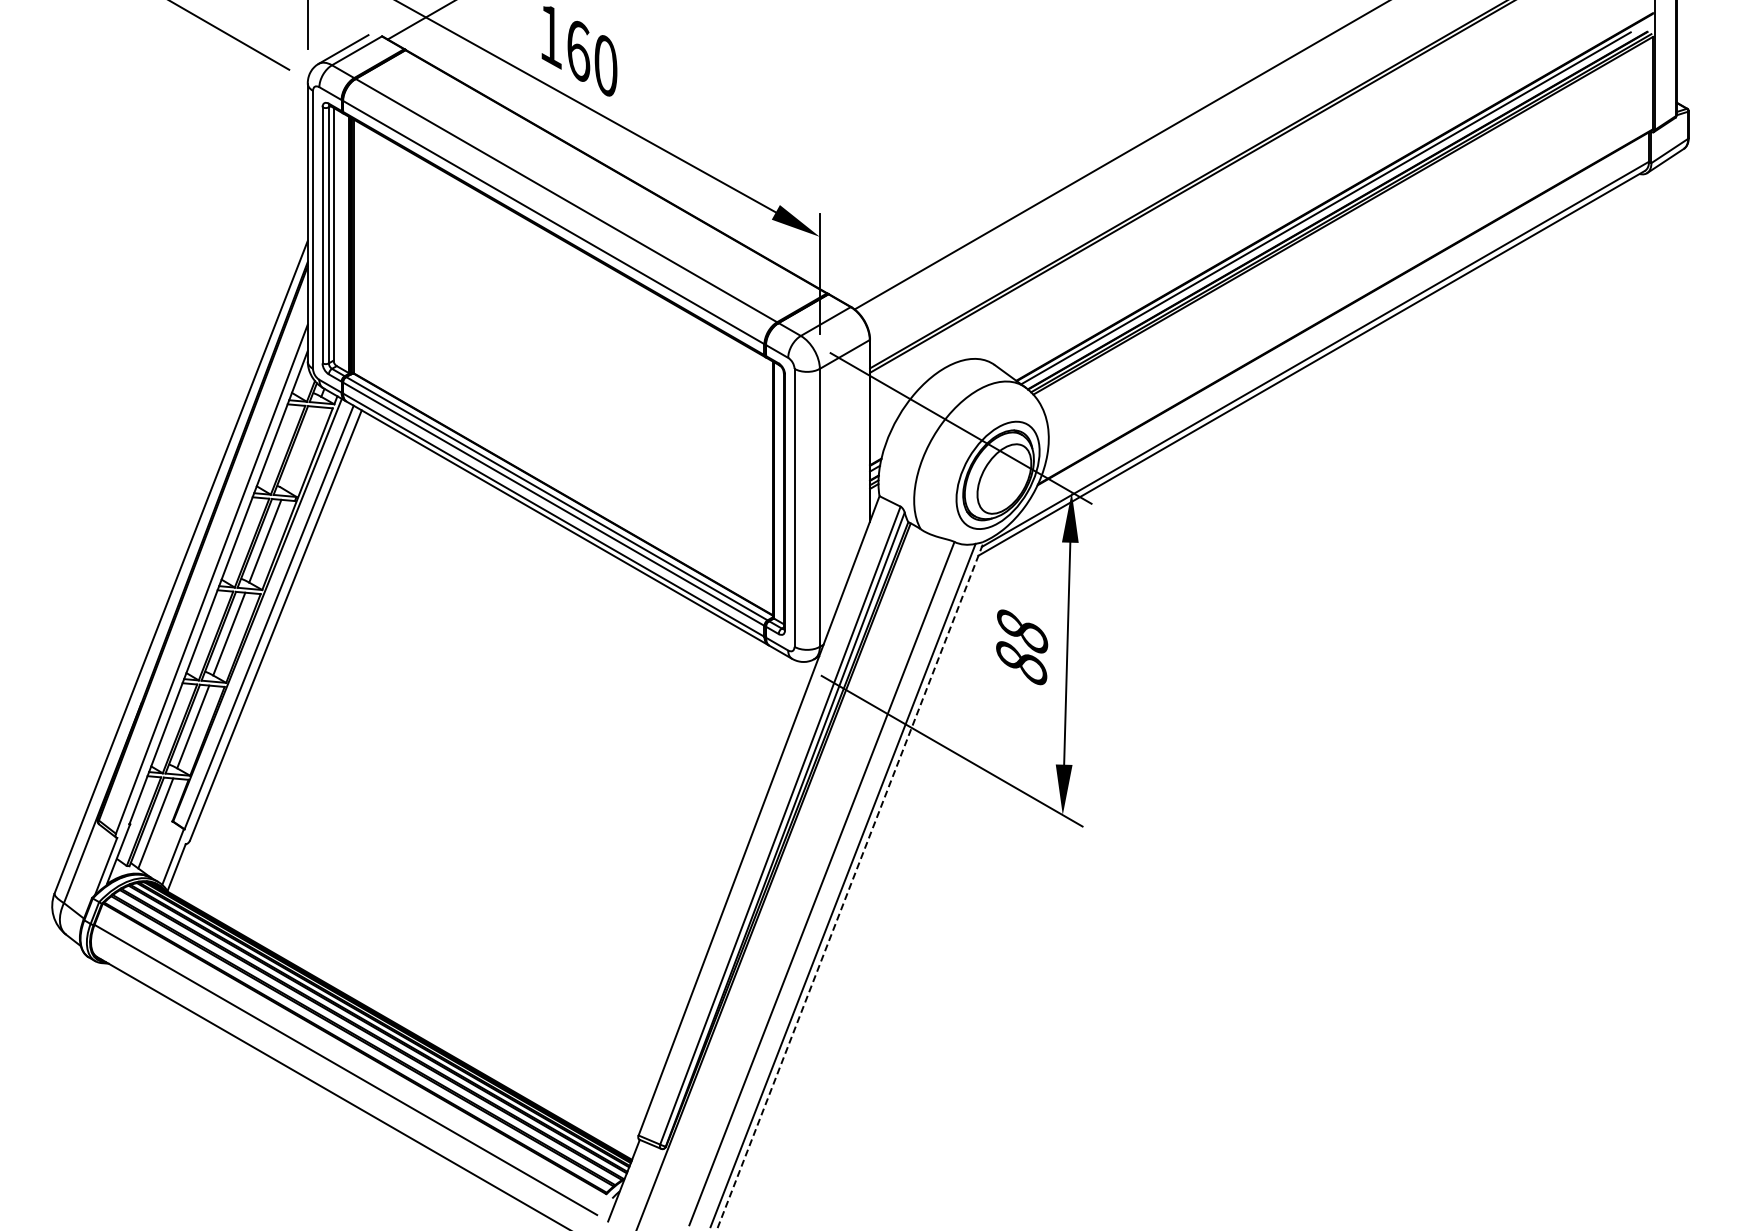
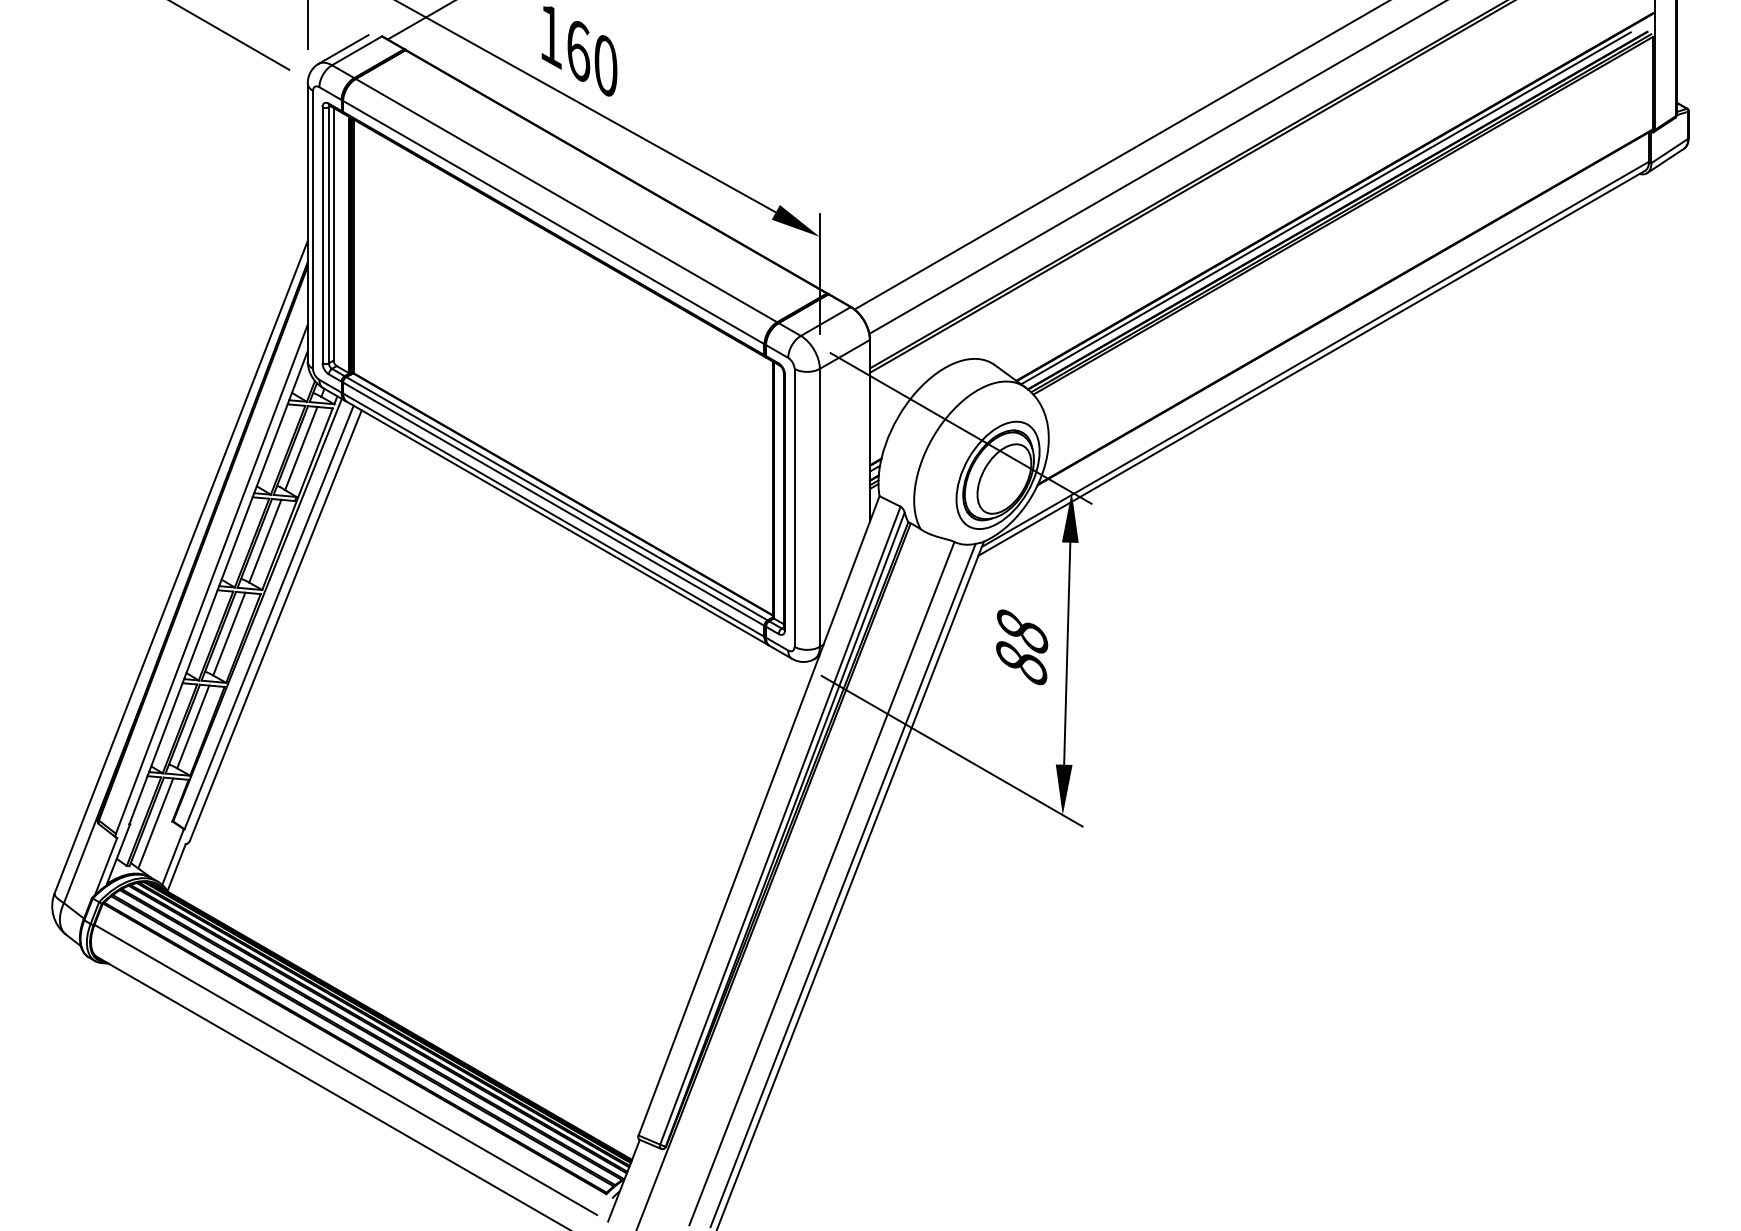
line at (1156, 167): none -> present
line at (301, 448): none -> present
line at (850, 886): dashed -> solid
